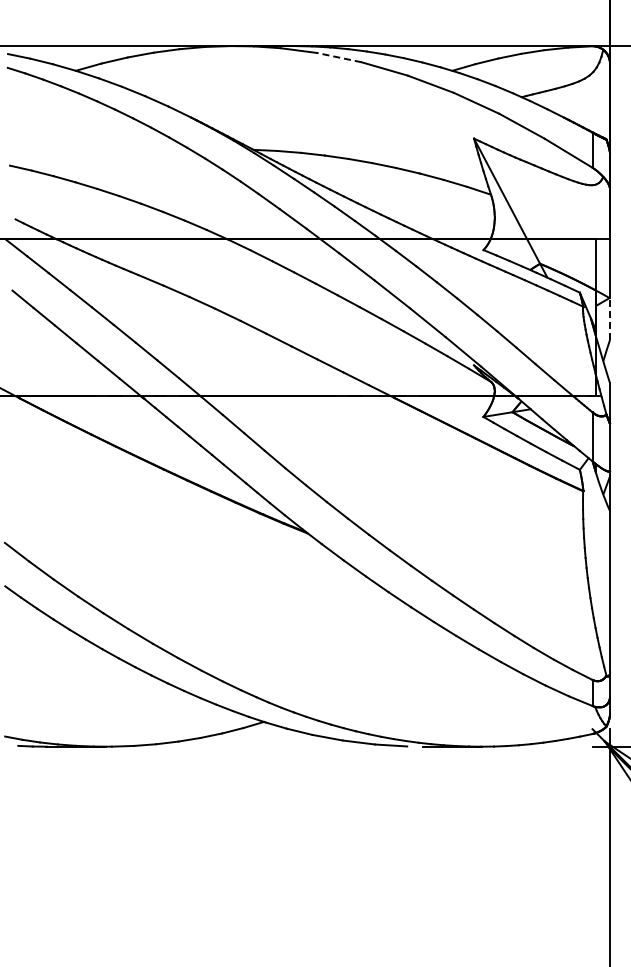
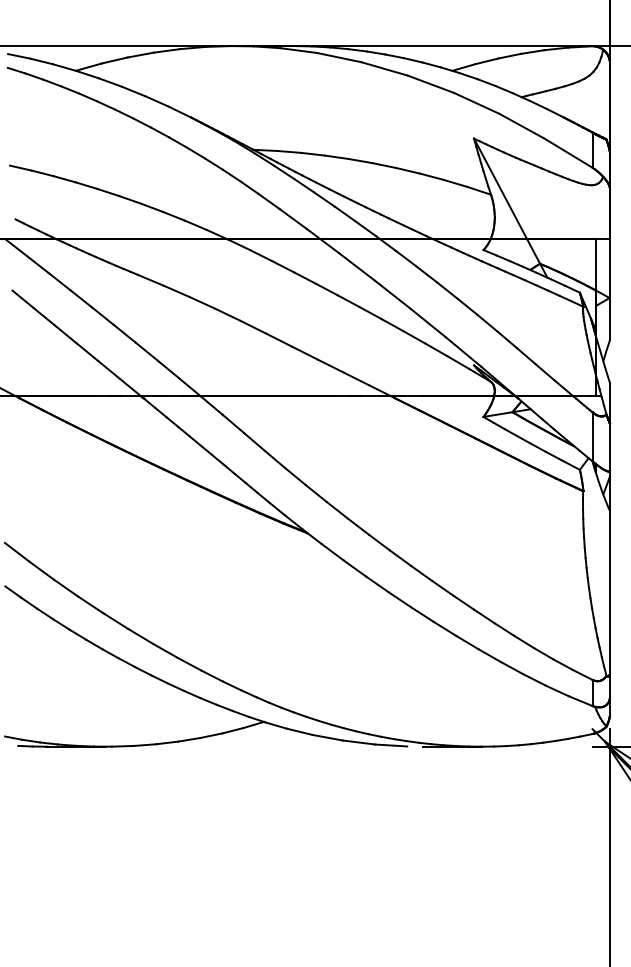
line at (339, 57): dashed -> solid
line at (610, 319): dashed -> solid
